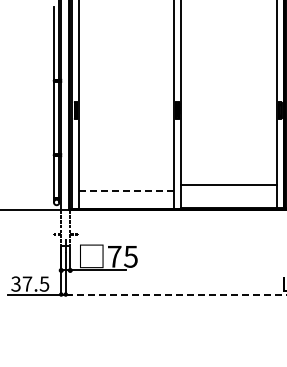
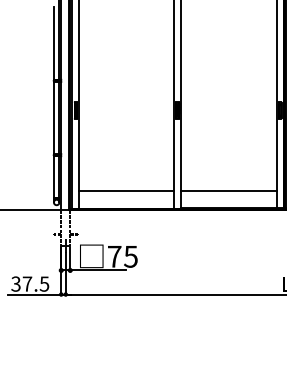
line at (228, 185) position: (228, 185) -> (228, 191)
line at (126, 191): dashed -> solid
line at (176, 294): dashed -> solid
